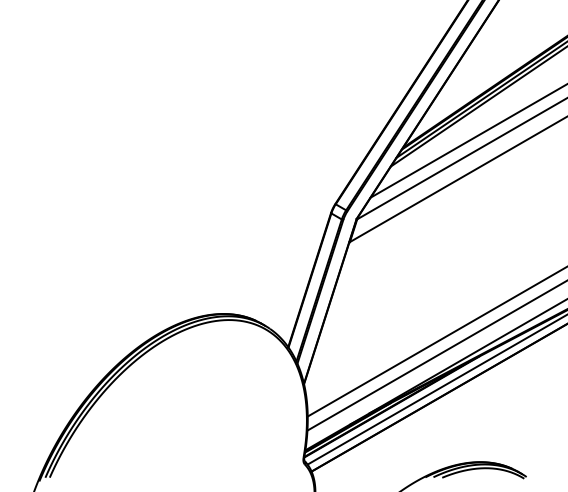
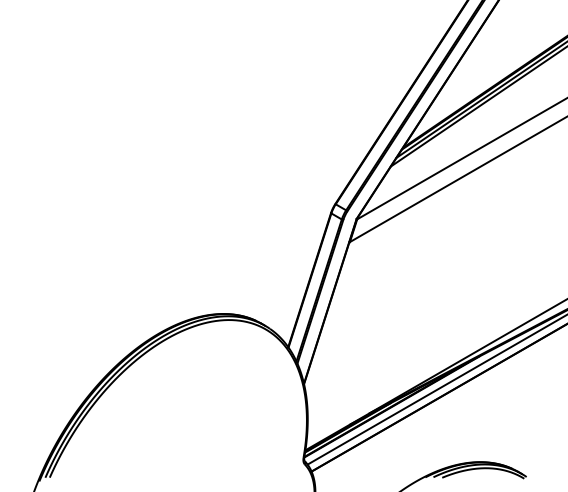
line at (467, 141): present -> none
line at (435, 342): present -> none
line at (435, 356): present -> none
